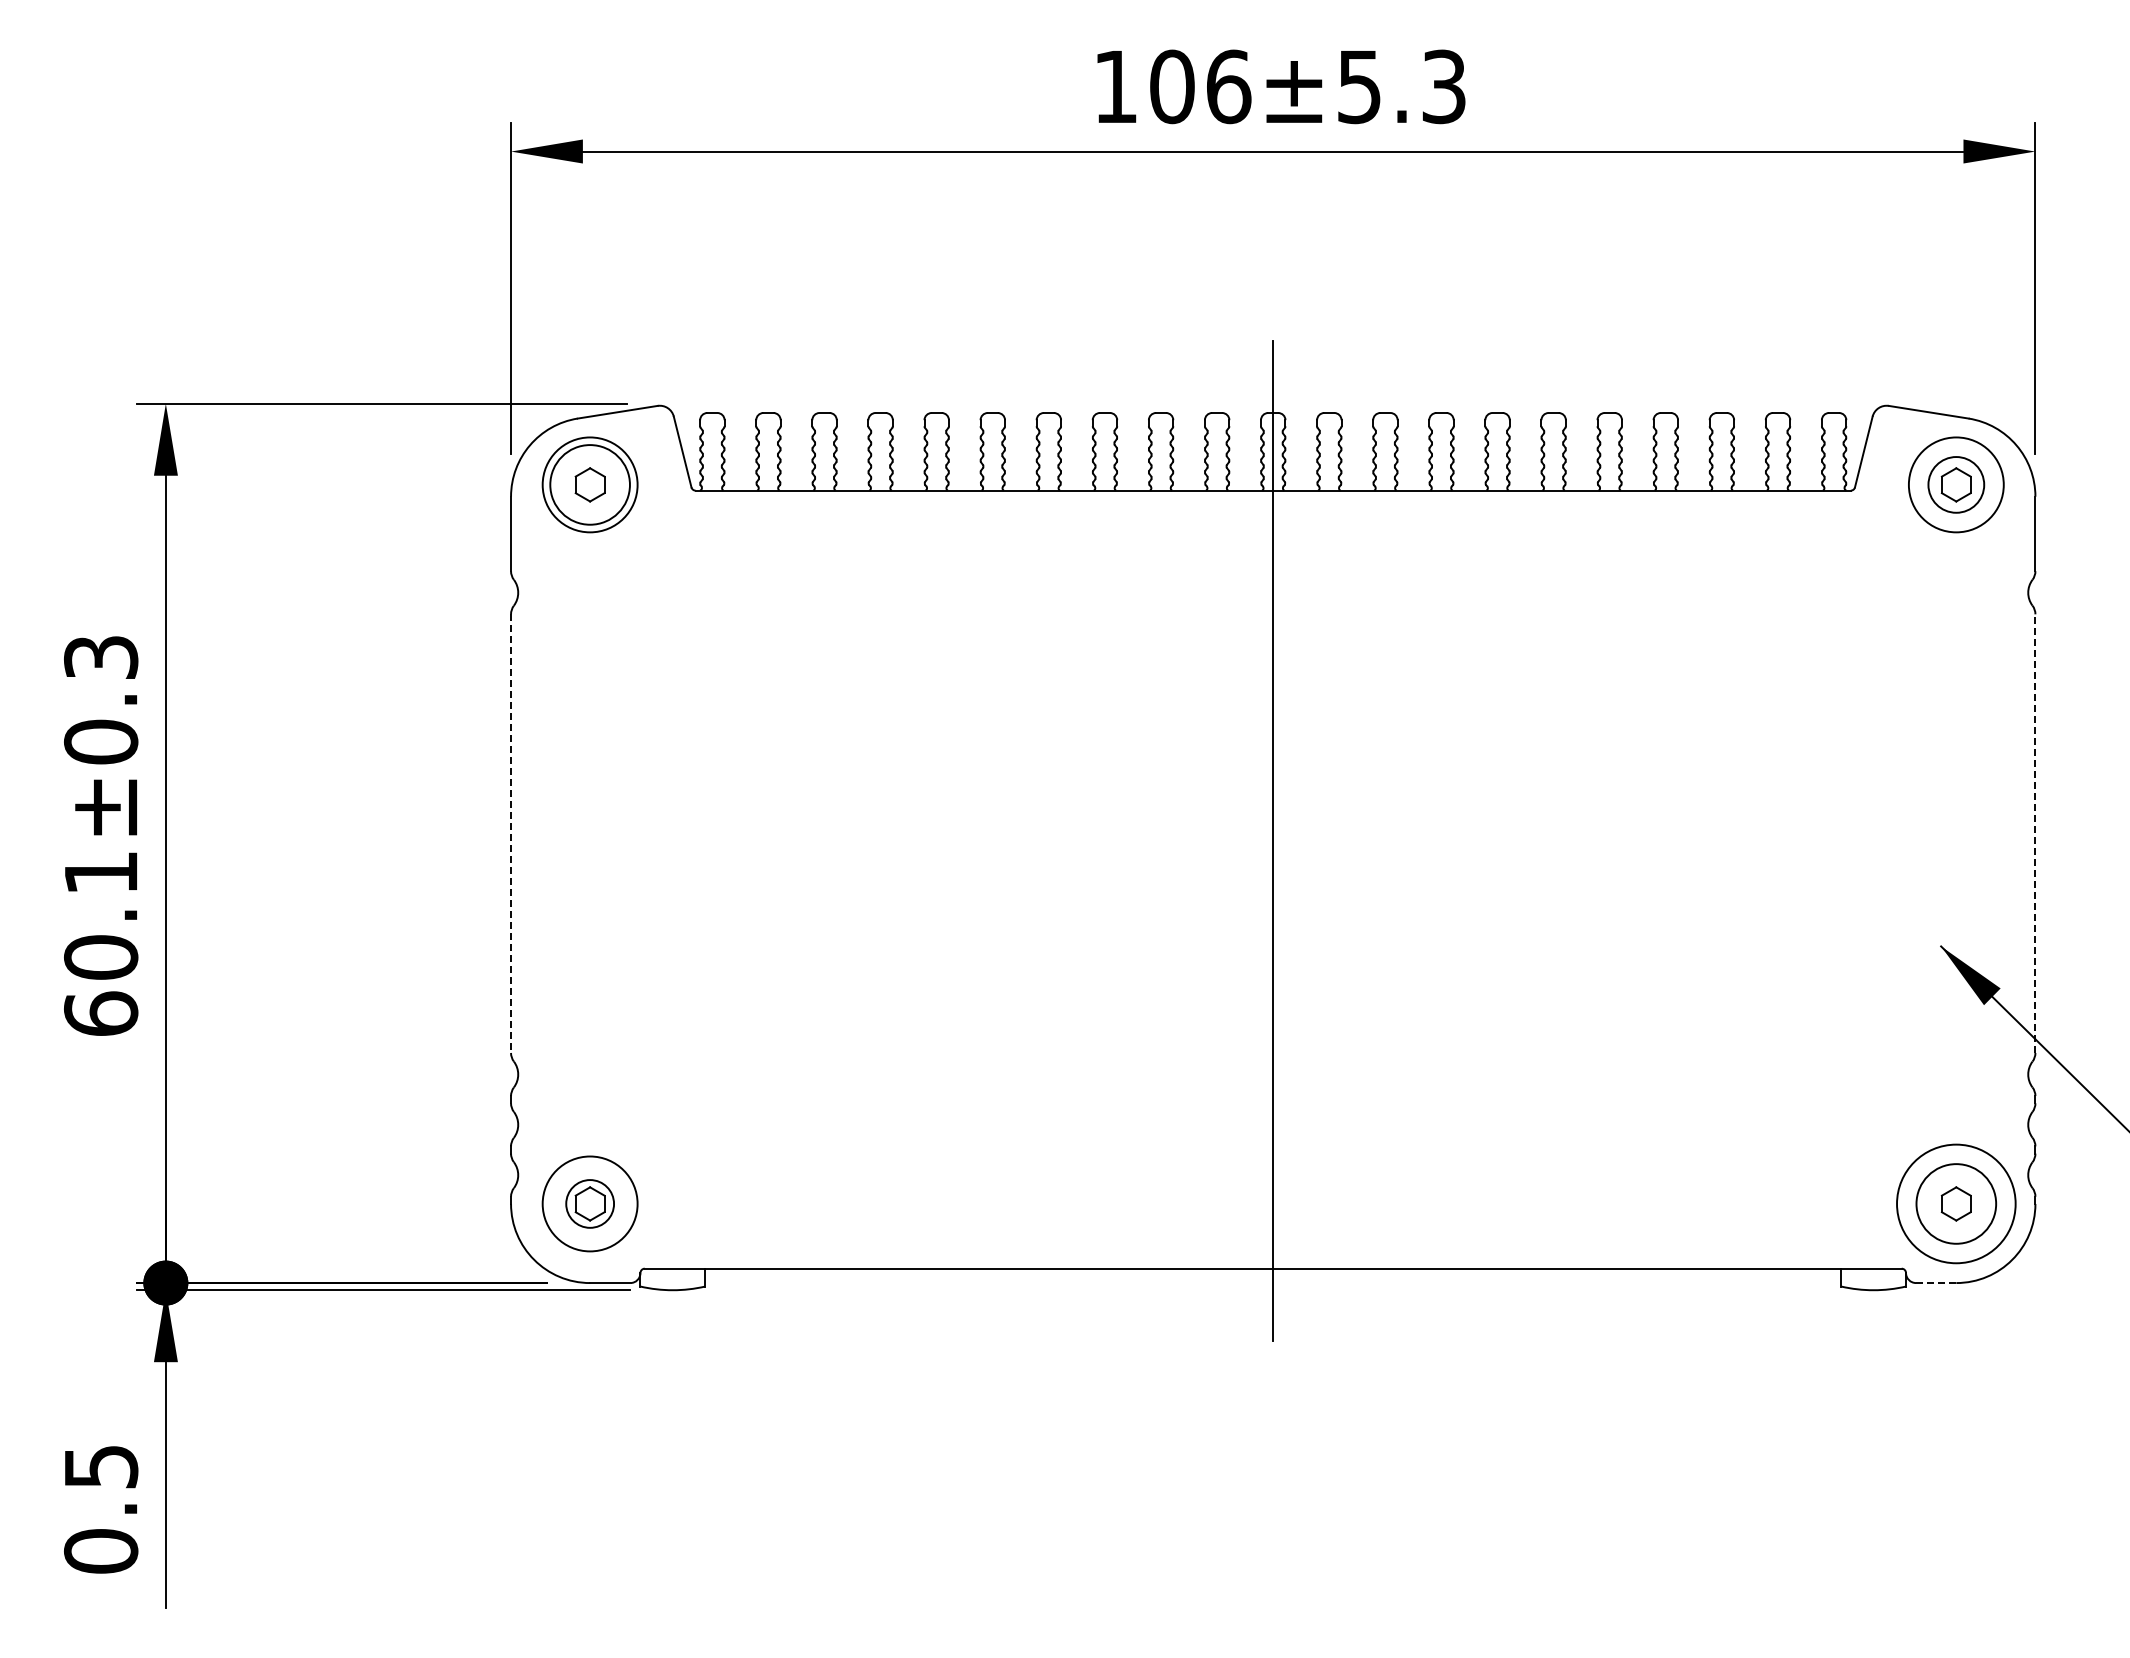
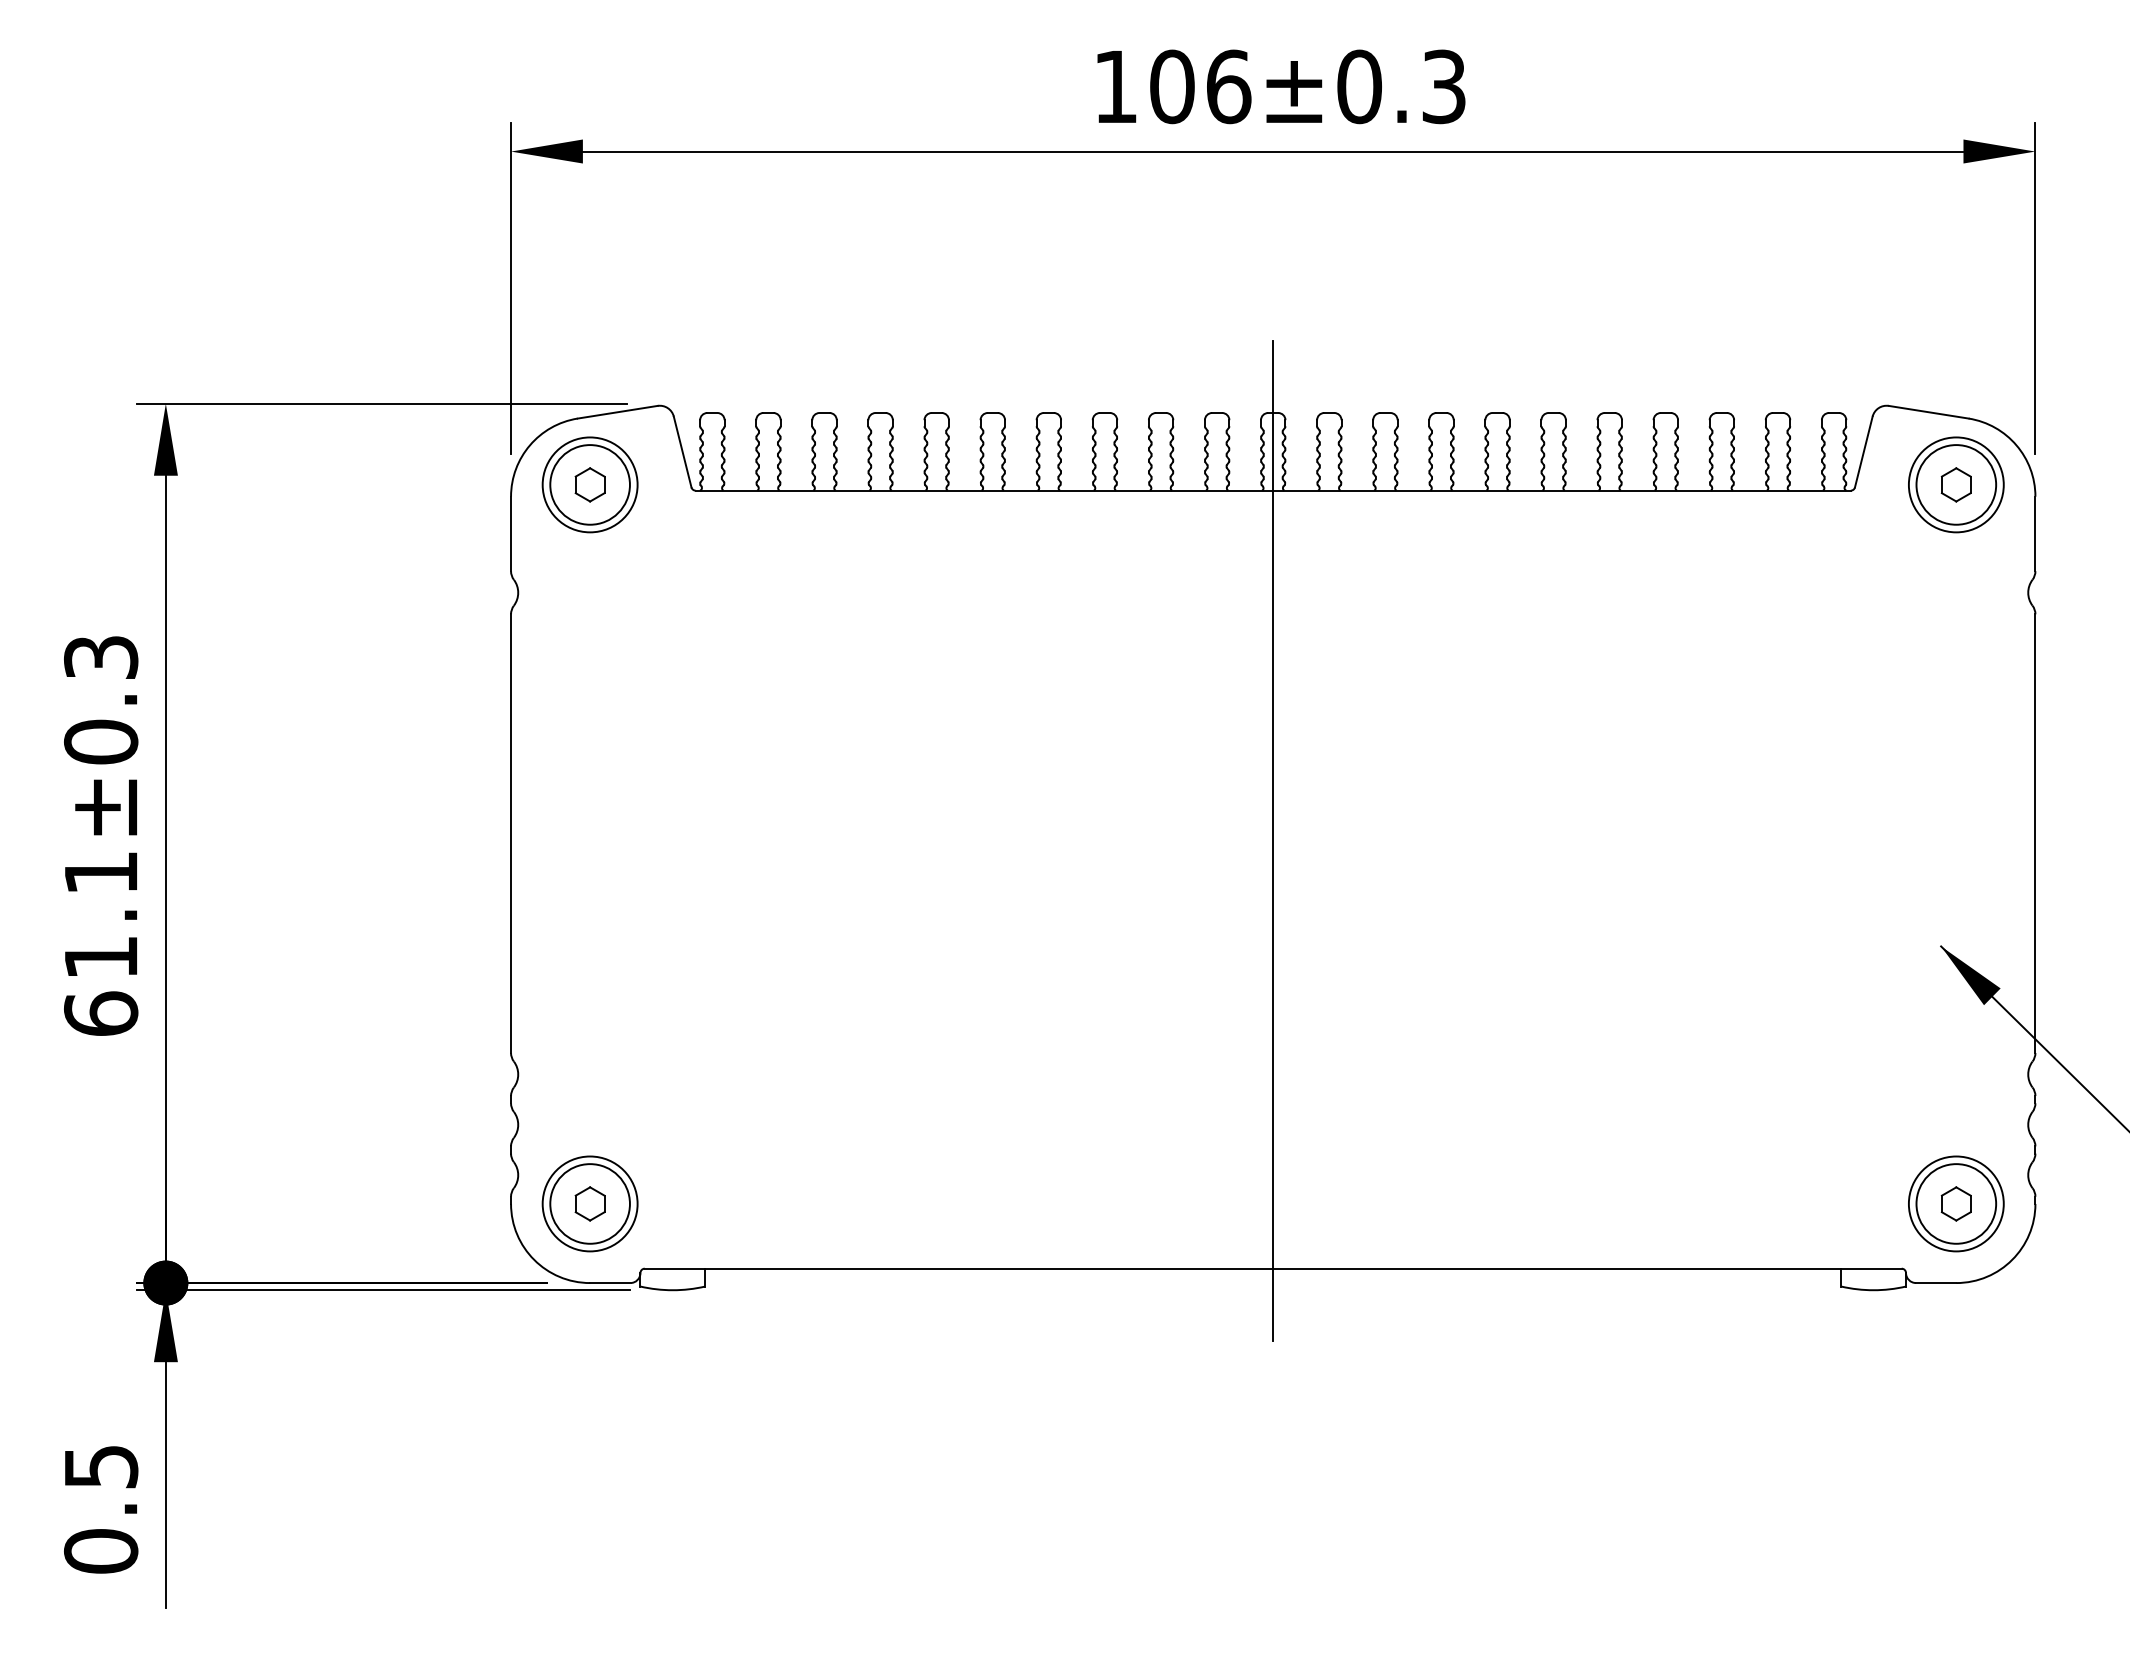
text at (1359, 86): 106±5.3 -> 106±0.3
circle at (1956, 484) diameter: 56 px -> 80 px
line at (2035, 833): dashed -> solid
line at (511, 834): dashed -> solid
text at (101, 957): 60.1±0.3 -> 61.1±0.3
circle at (590, 1203) diameter: 48 px -> 80 px
circle at (1956, 1203) diameter: 119 px -> 95 px
line at (1936, 1283): dashed -> solid
